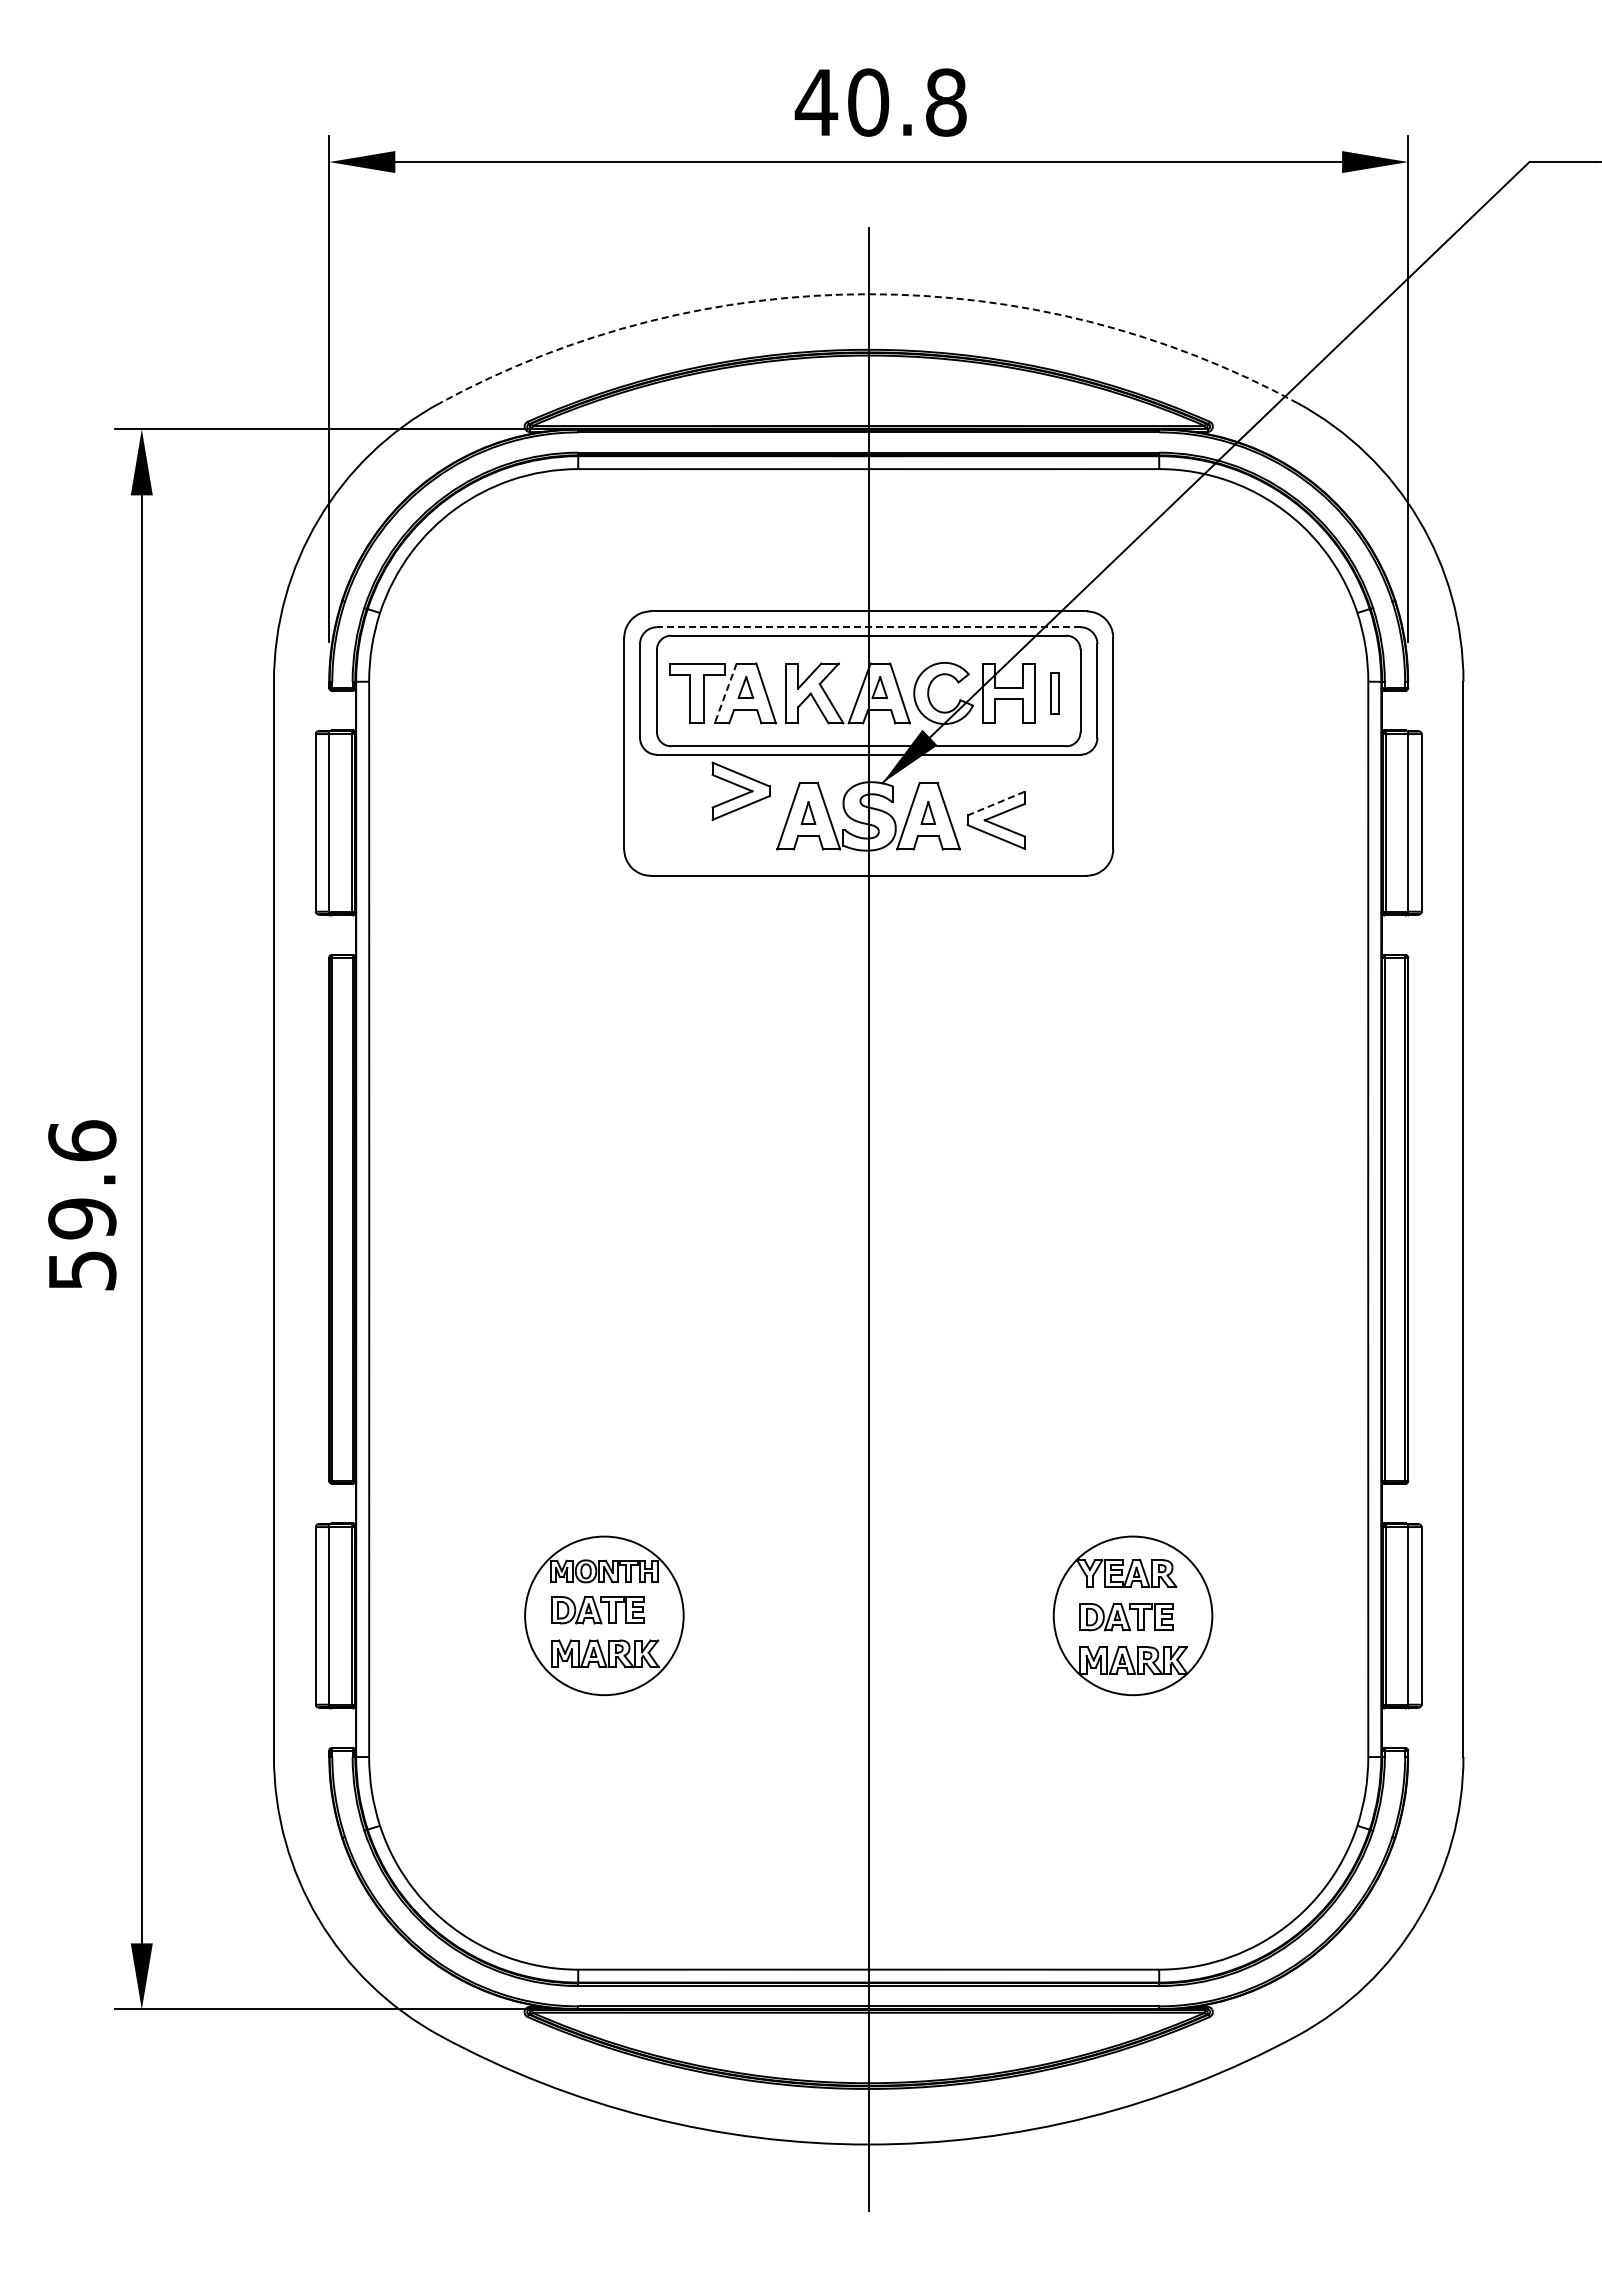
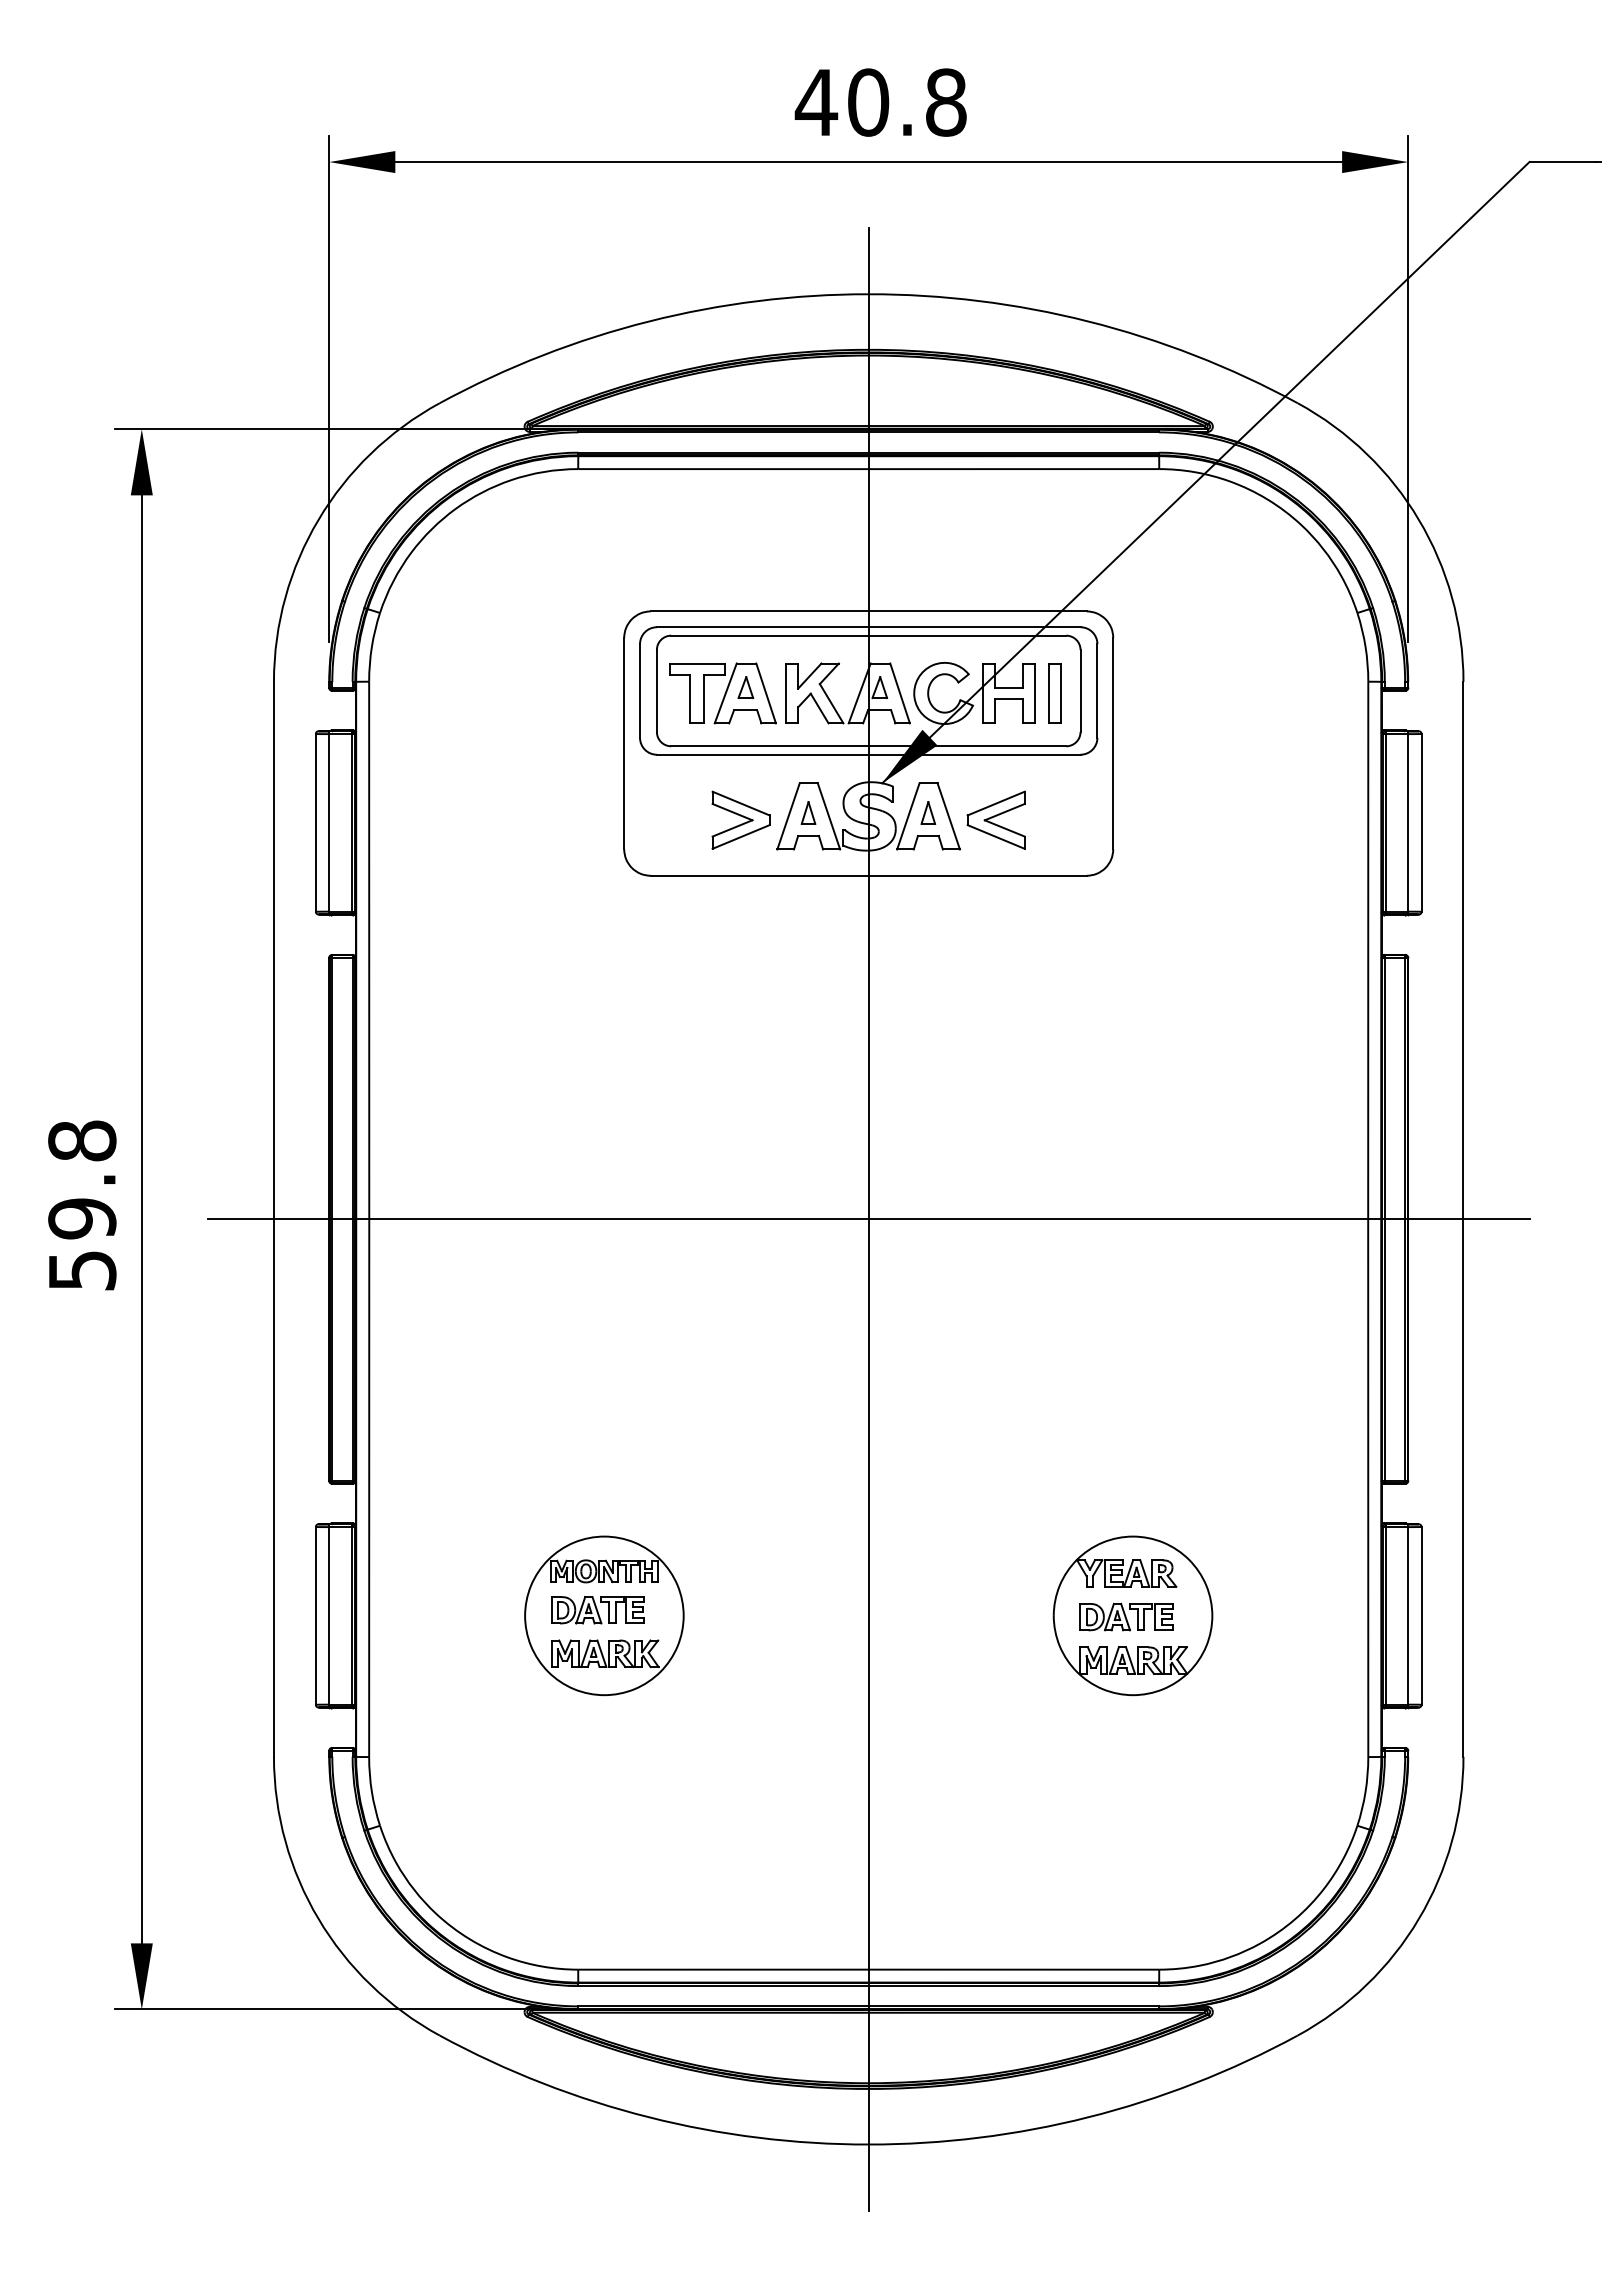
arc at (868, 294): dashed -> solid
line at (868, 627): dashed -> solid
line at (725, 693): dashed -> solid
part at (1054, 693) size: 10x43 px -> 14x61 px
part at (740, 790) position: (740, 790) -> (740, 819)
line at (996, 803): dashed -> solid
text at (82, 1140): 59.6 -> 59.8
line at (868, 1219): none -> present
